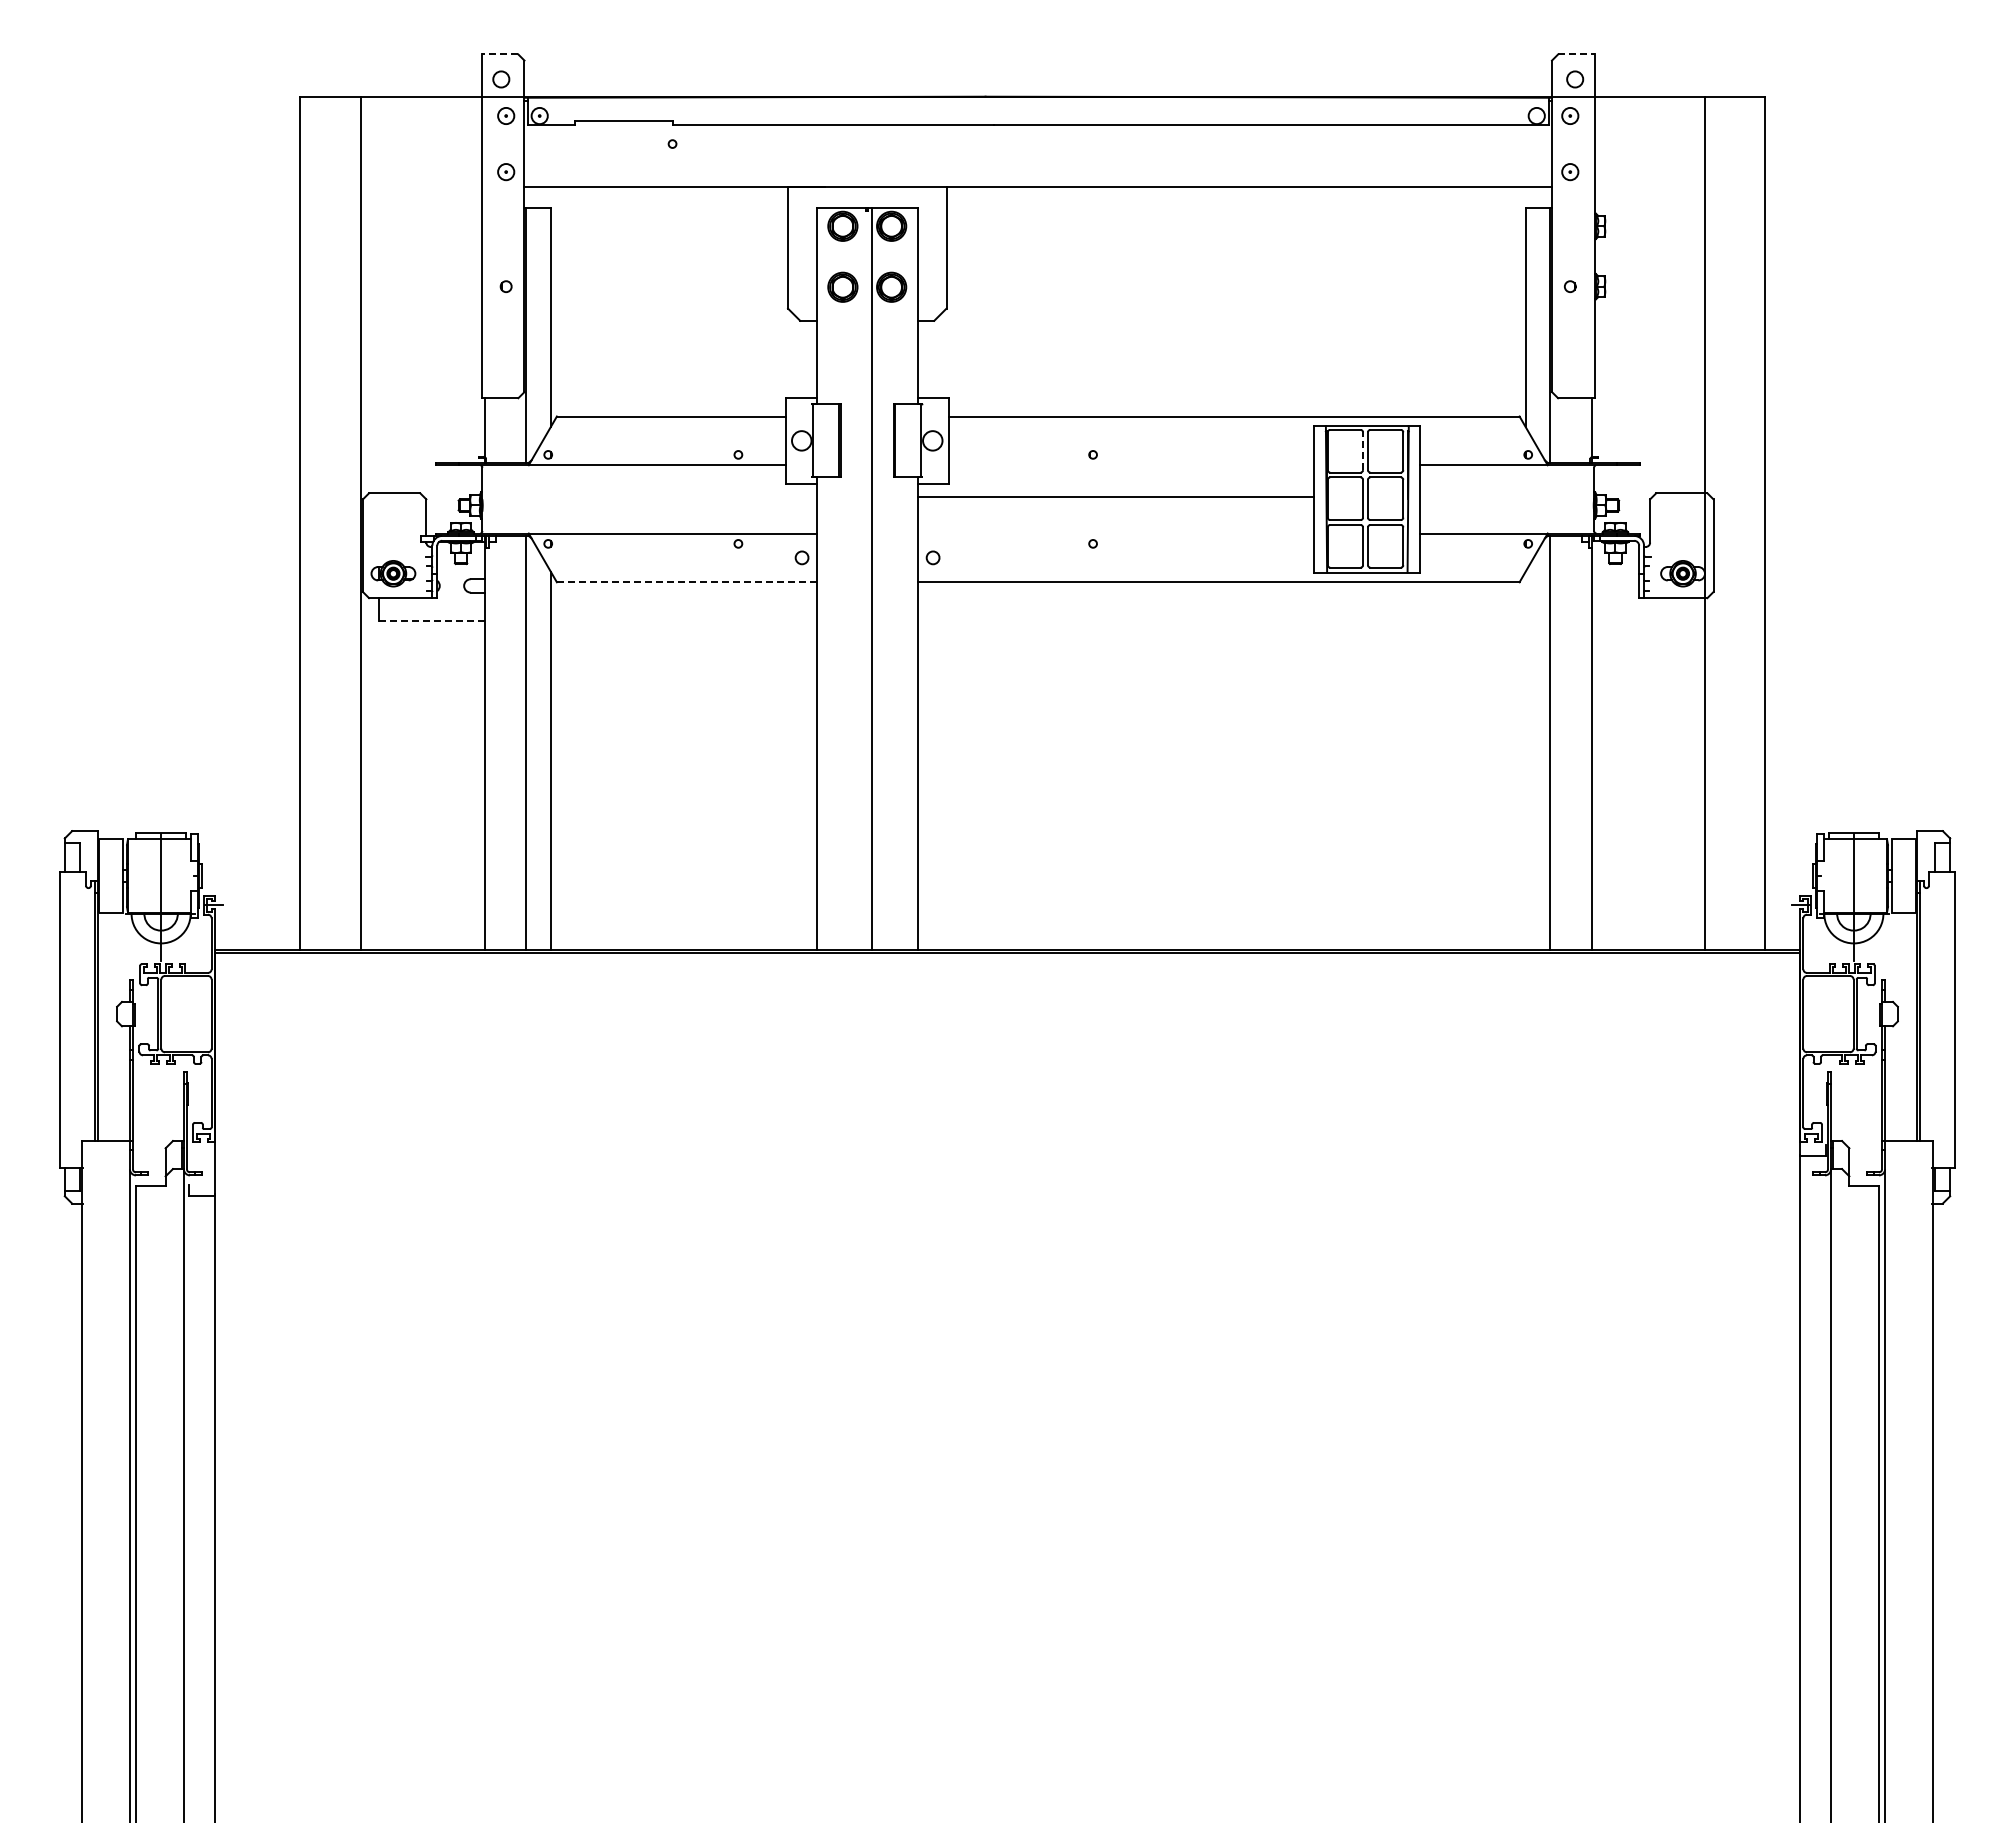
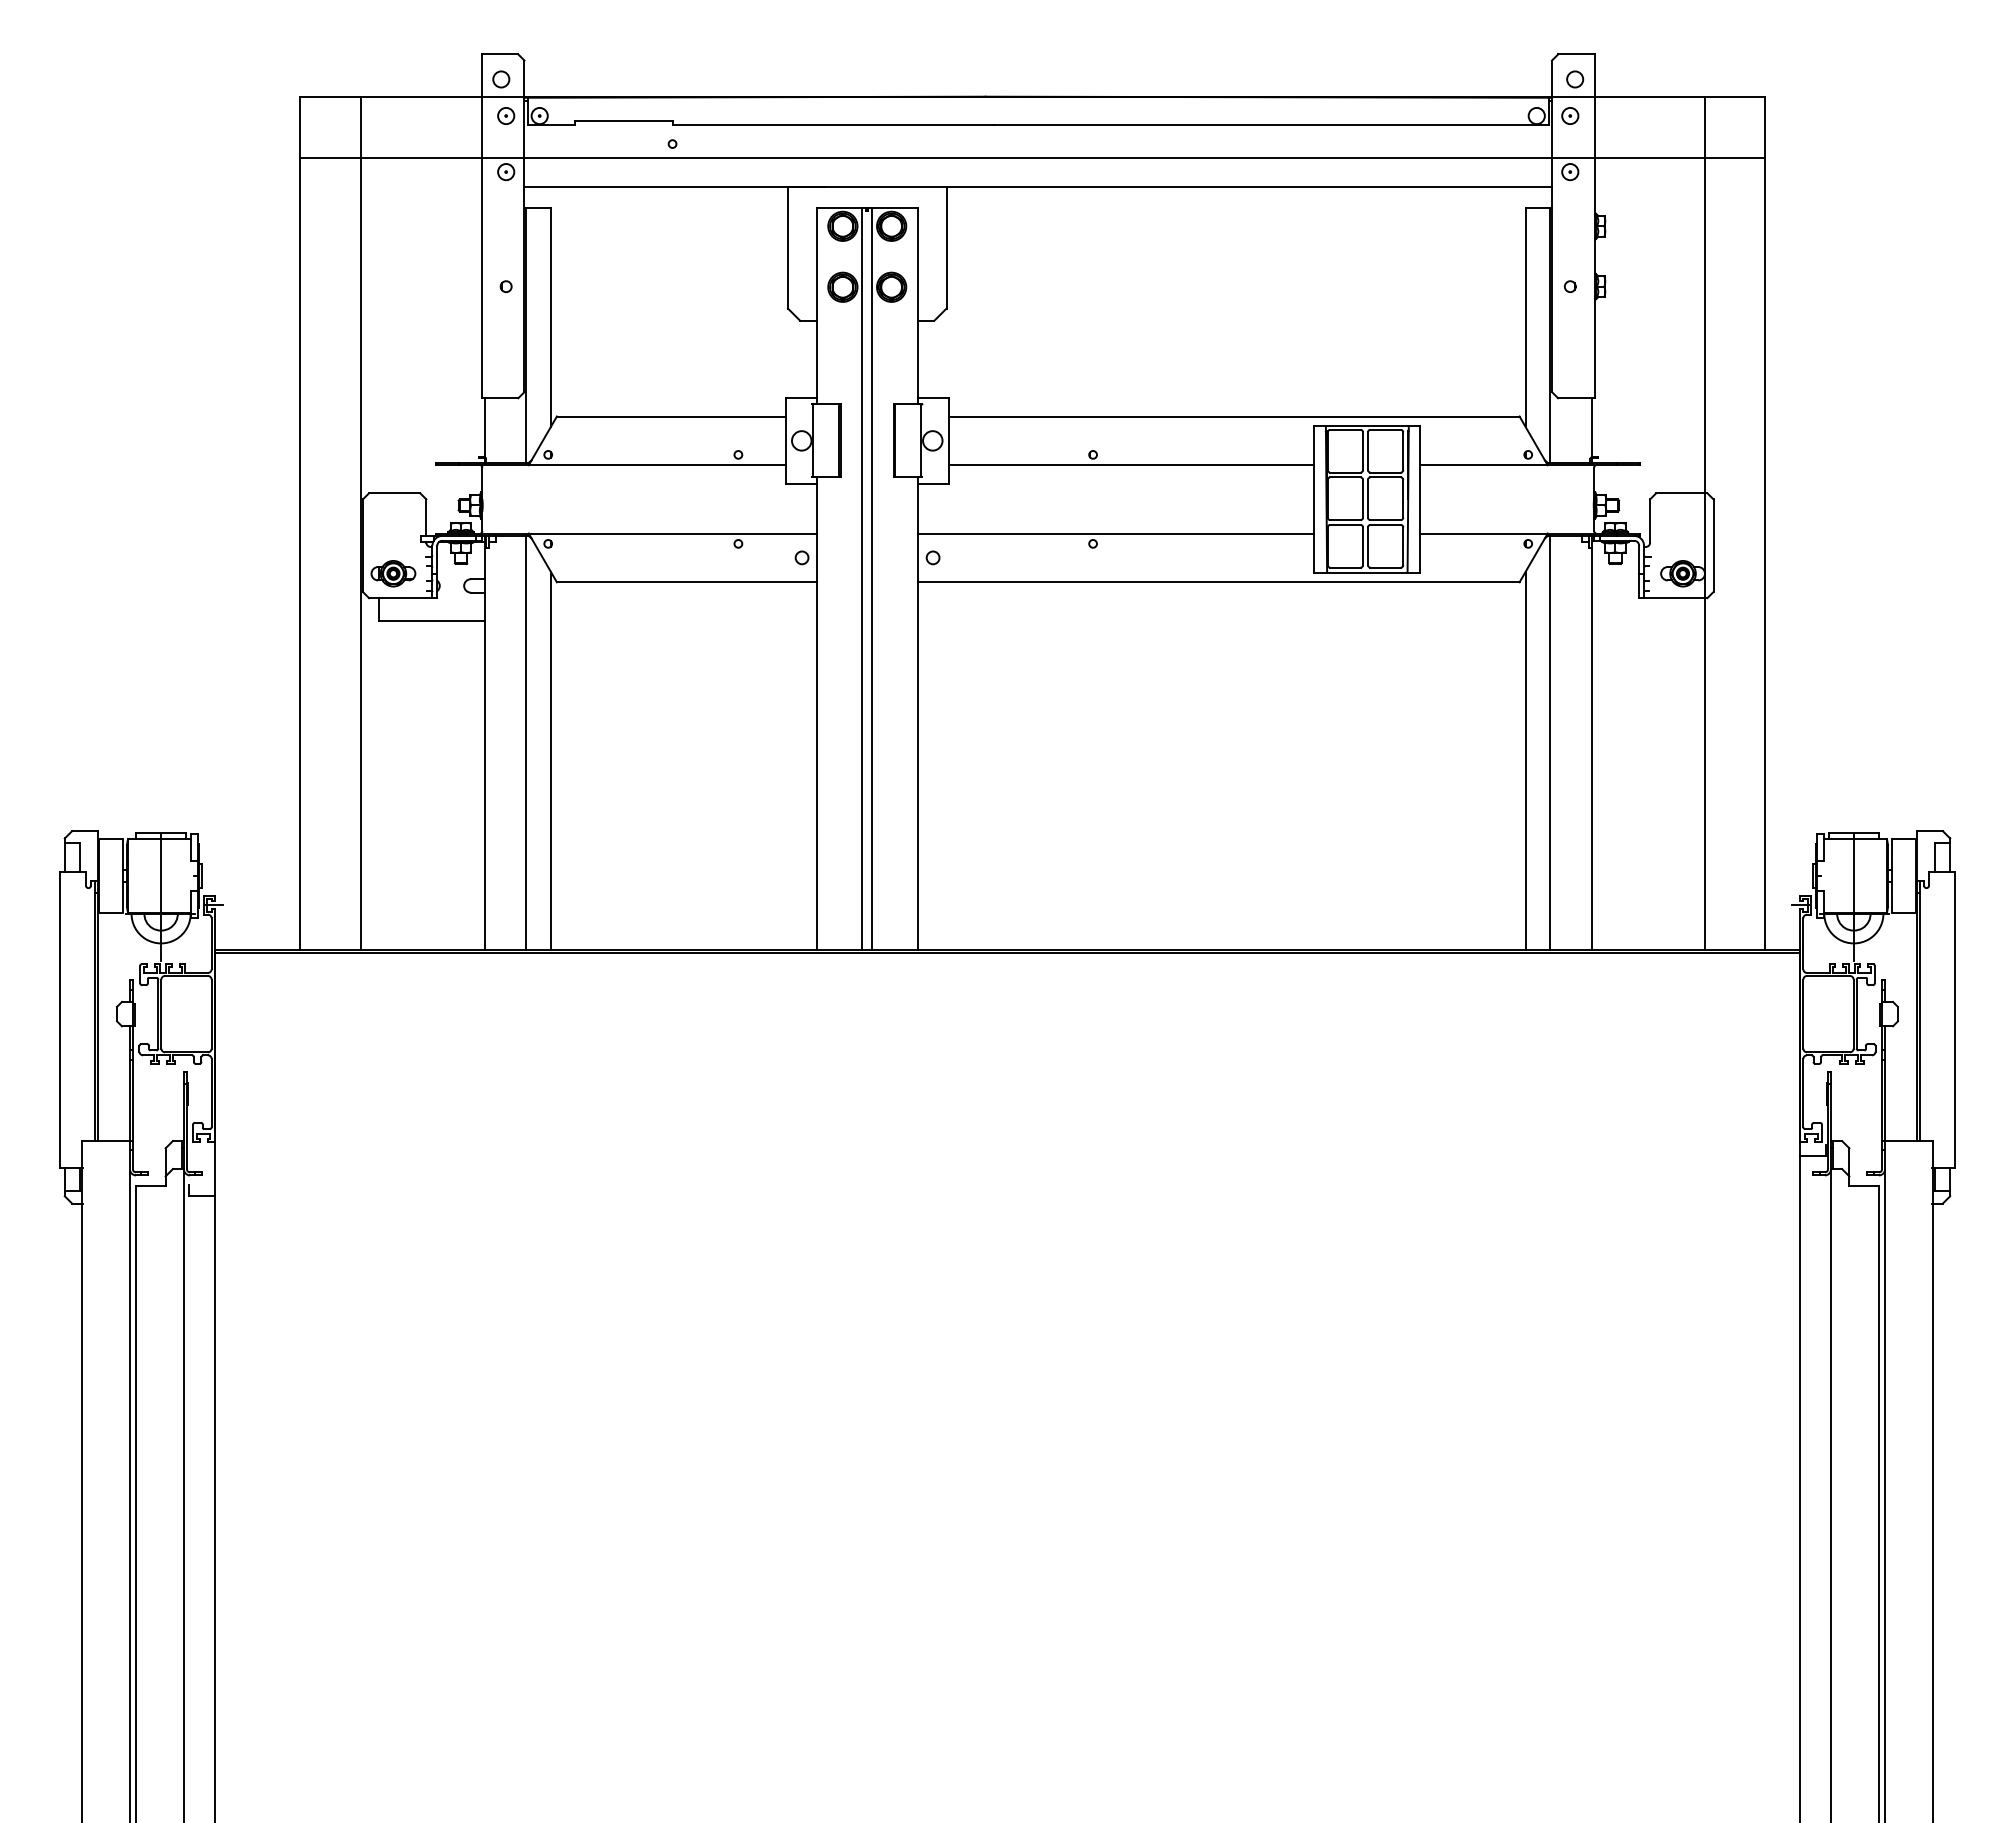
line at (499, 54): dashed -> solid
line at (1576, 54): dashed -> solid
line at (1032, 158): none -> present
line at (1363, 451): dashed -> solid
line at (1131, 465): none -> present
line at (1115, 496) position: (1115, 496) -> (1115, 533)
line at (862, 579): none -> present
line at (687, 582): dashed -> solid
line at (431, 621): dashed -> solid
line at (1525, 760): none -> present
